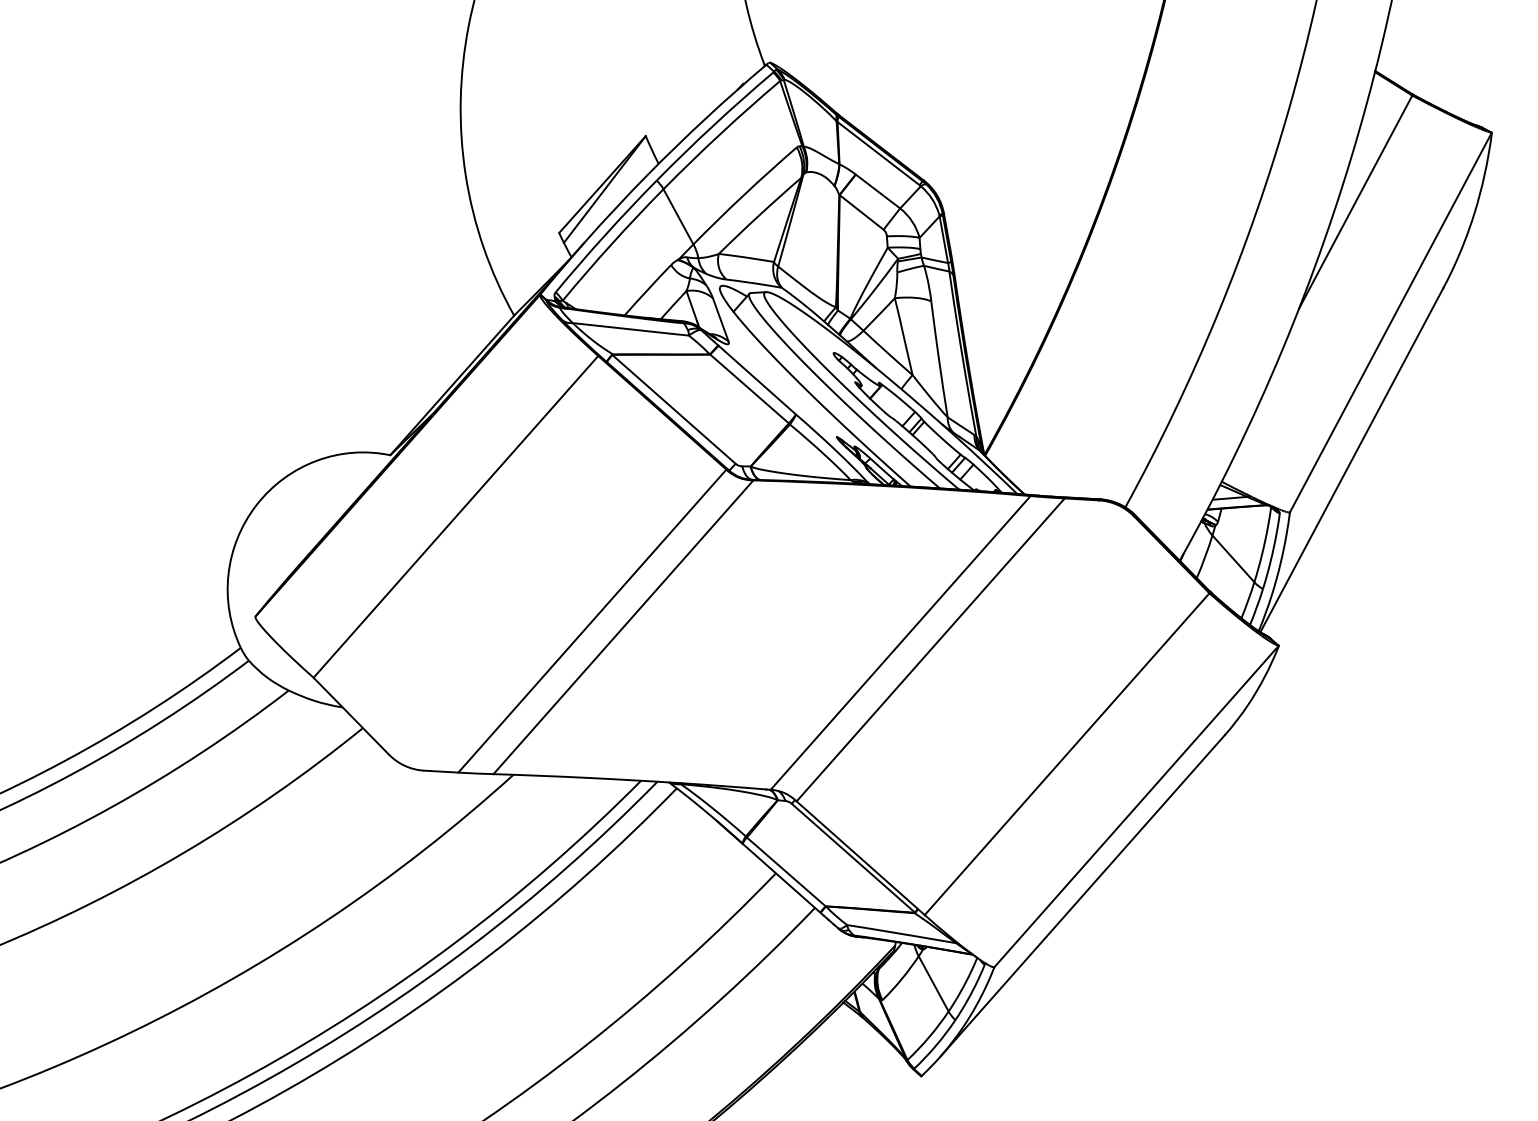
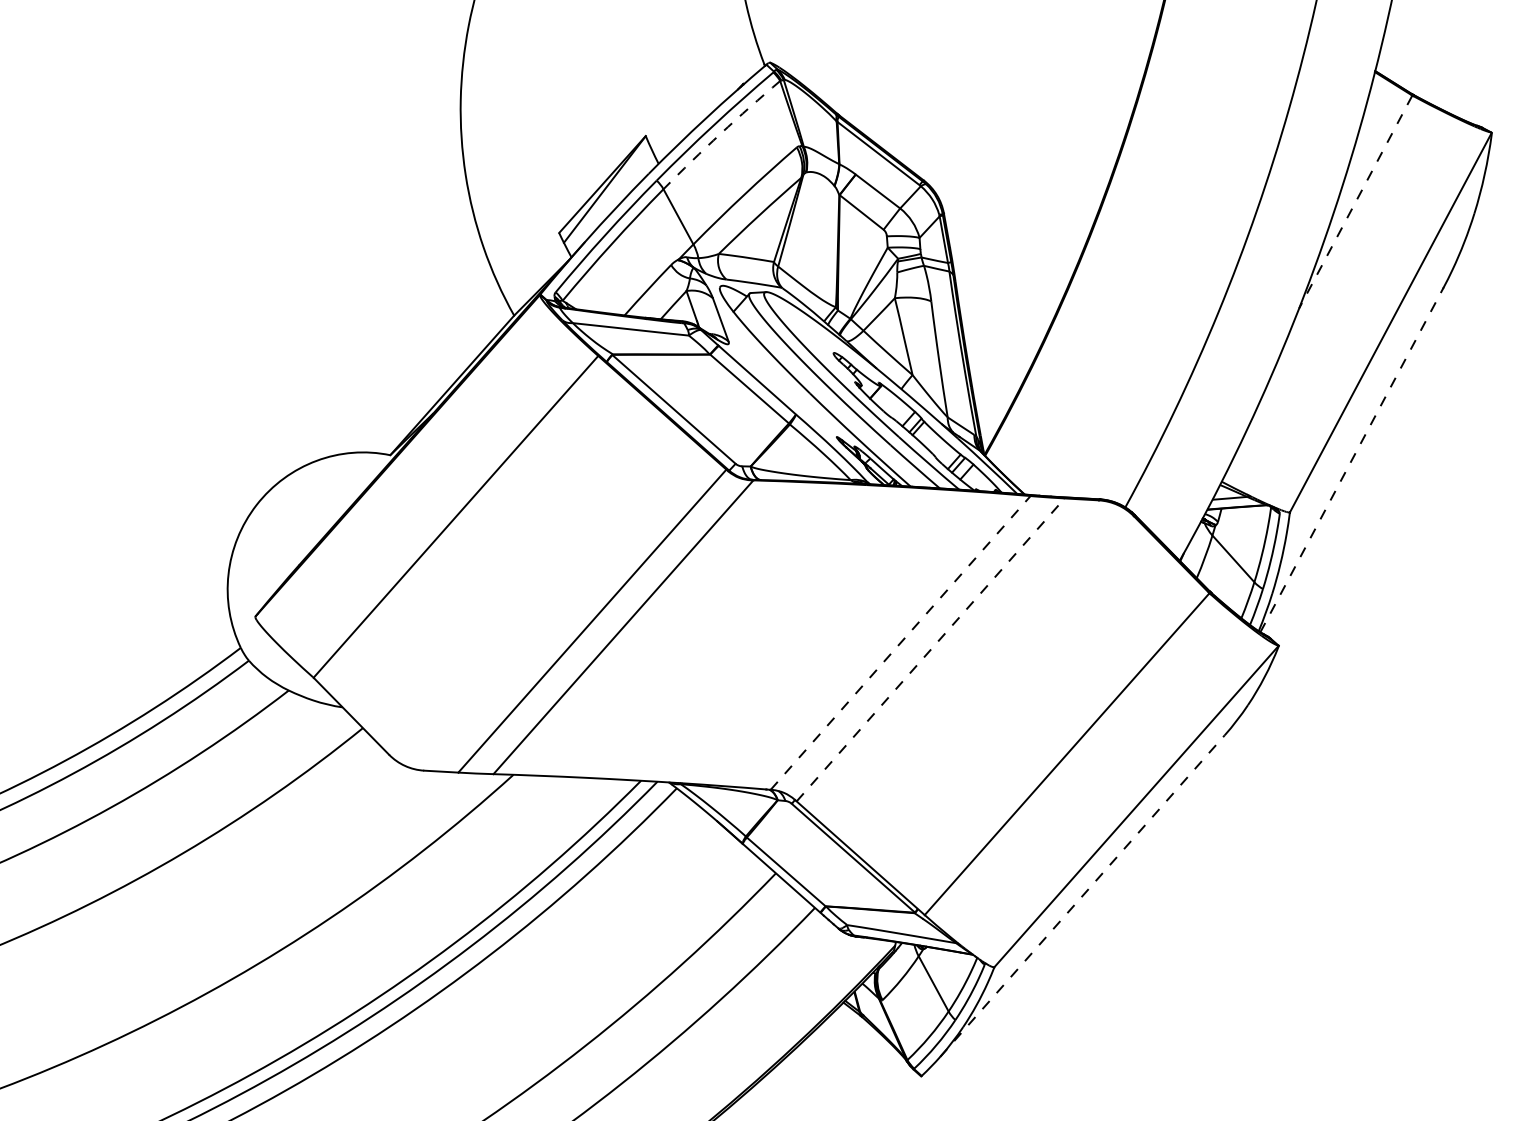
arc at (720, 133): solid -> dashed
line at (1355, 202): solid -> dashed
line at (1352, 459): solid -> dashed
line at (900, 642): solid -> dashed
line at (931, 649): solid -> dashed
line at (1082, 896): solid -> dashed
